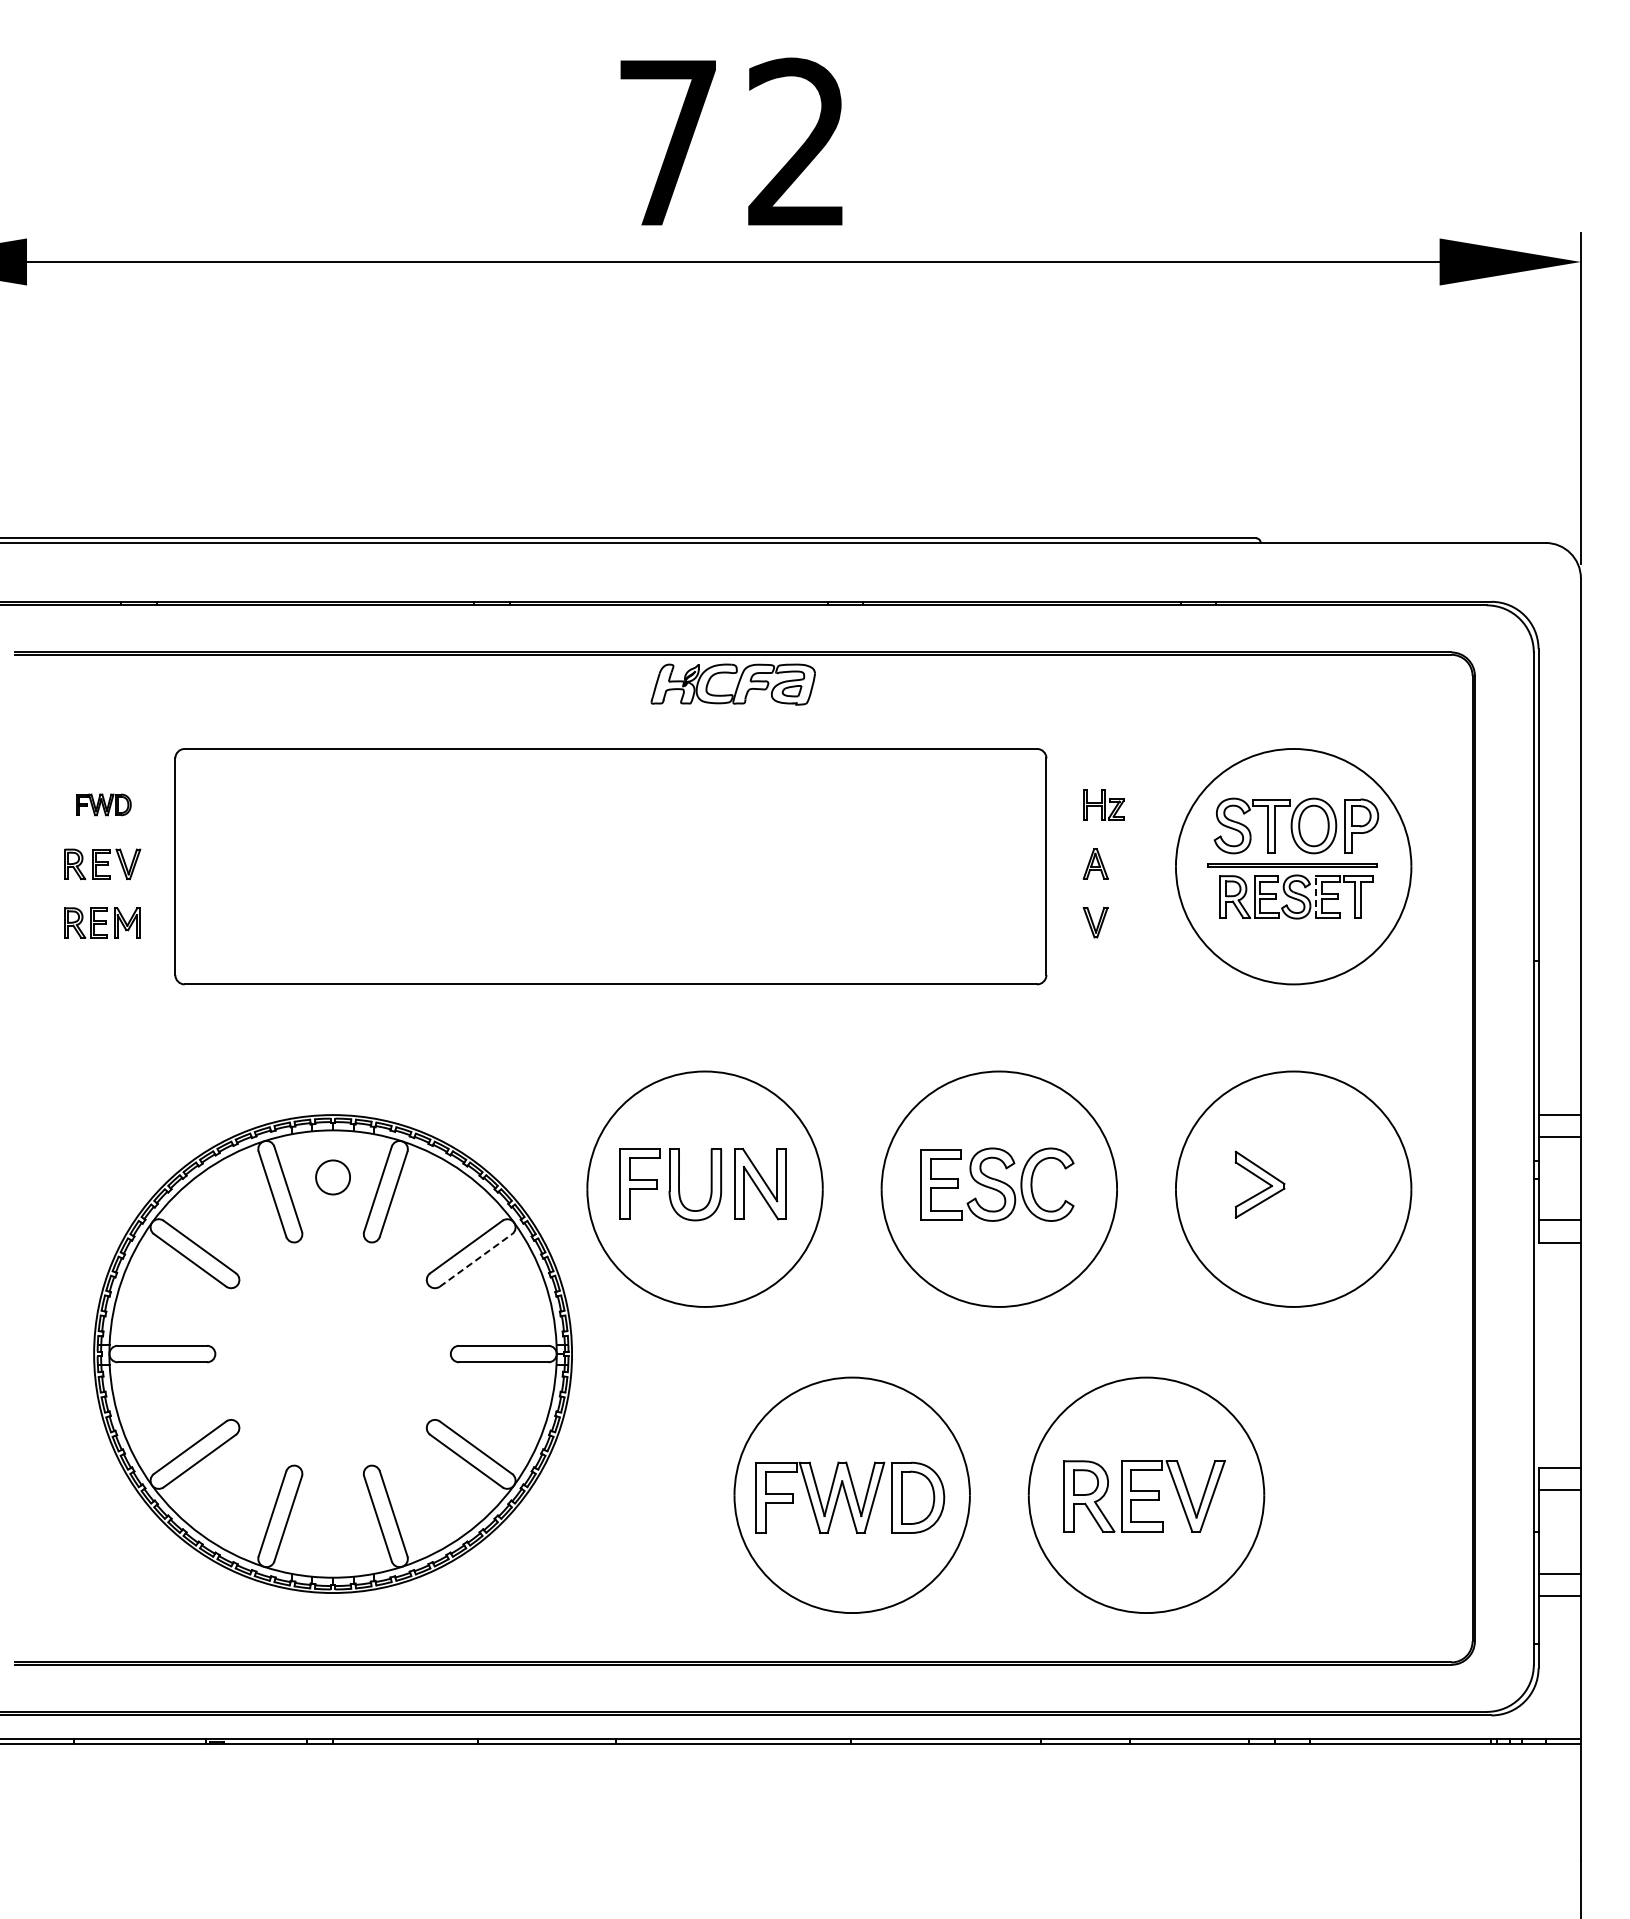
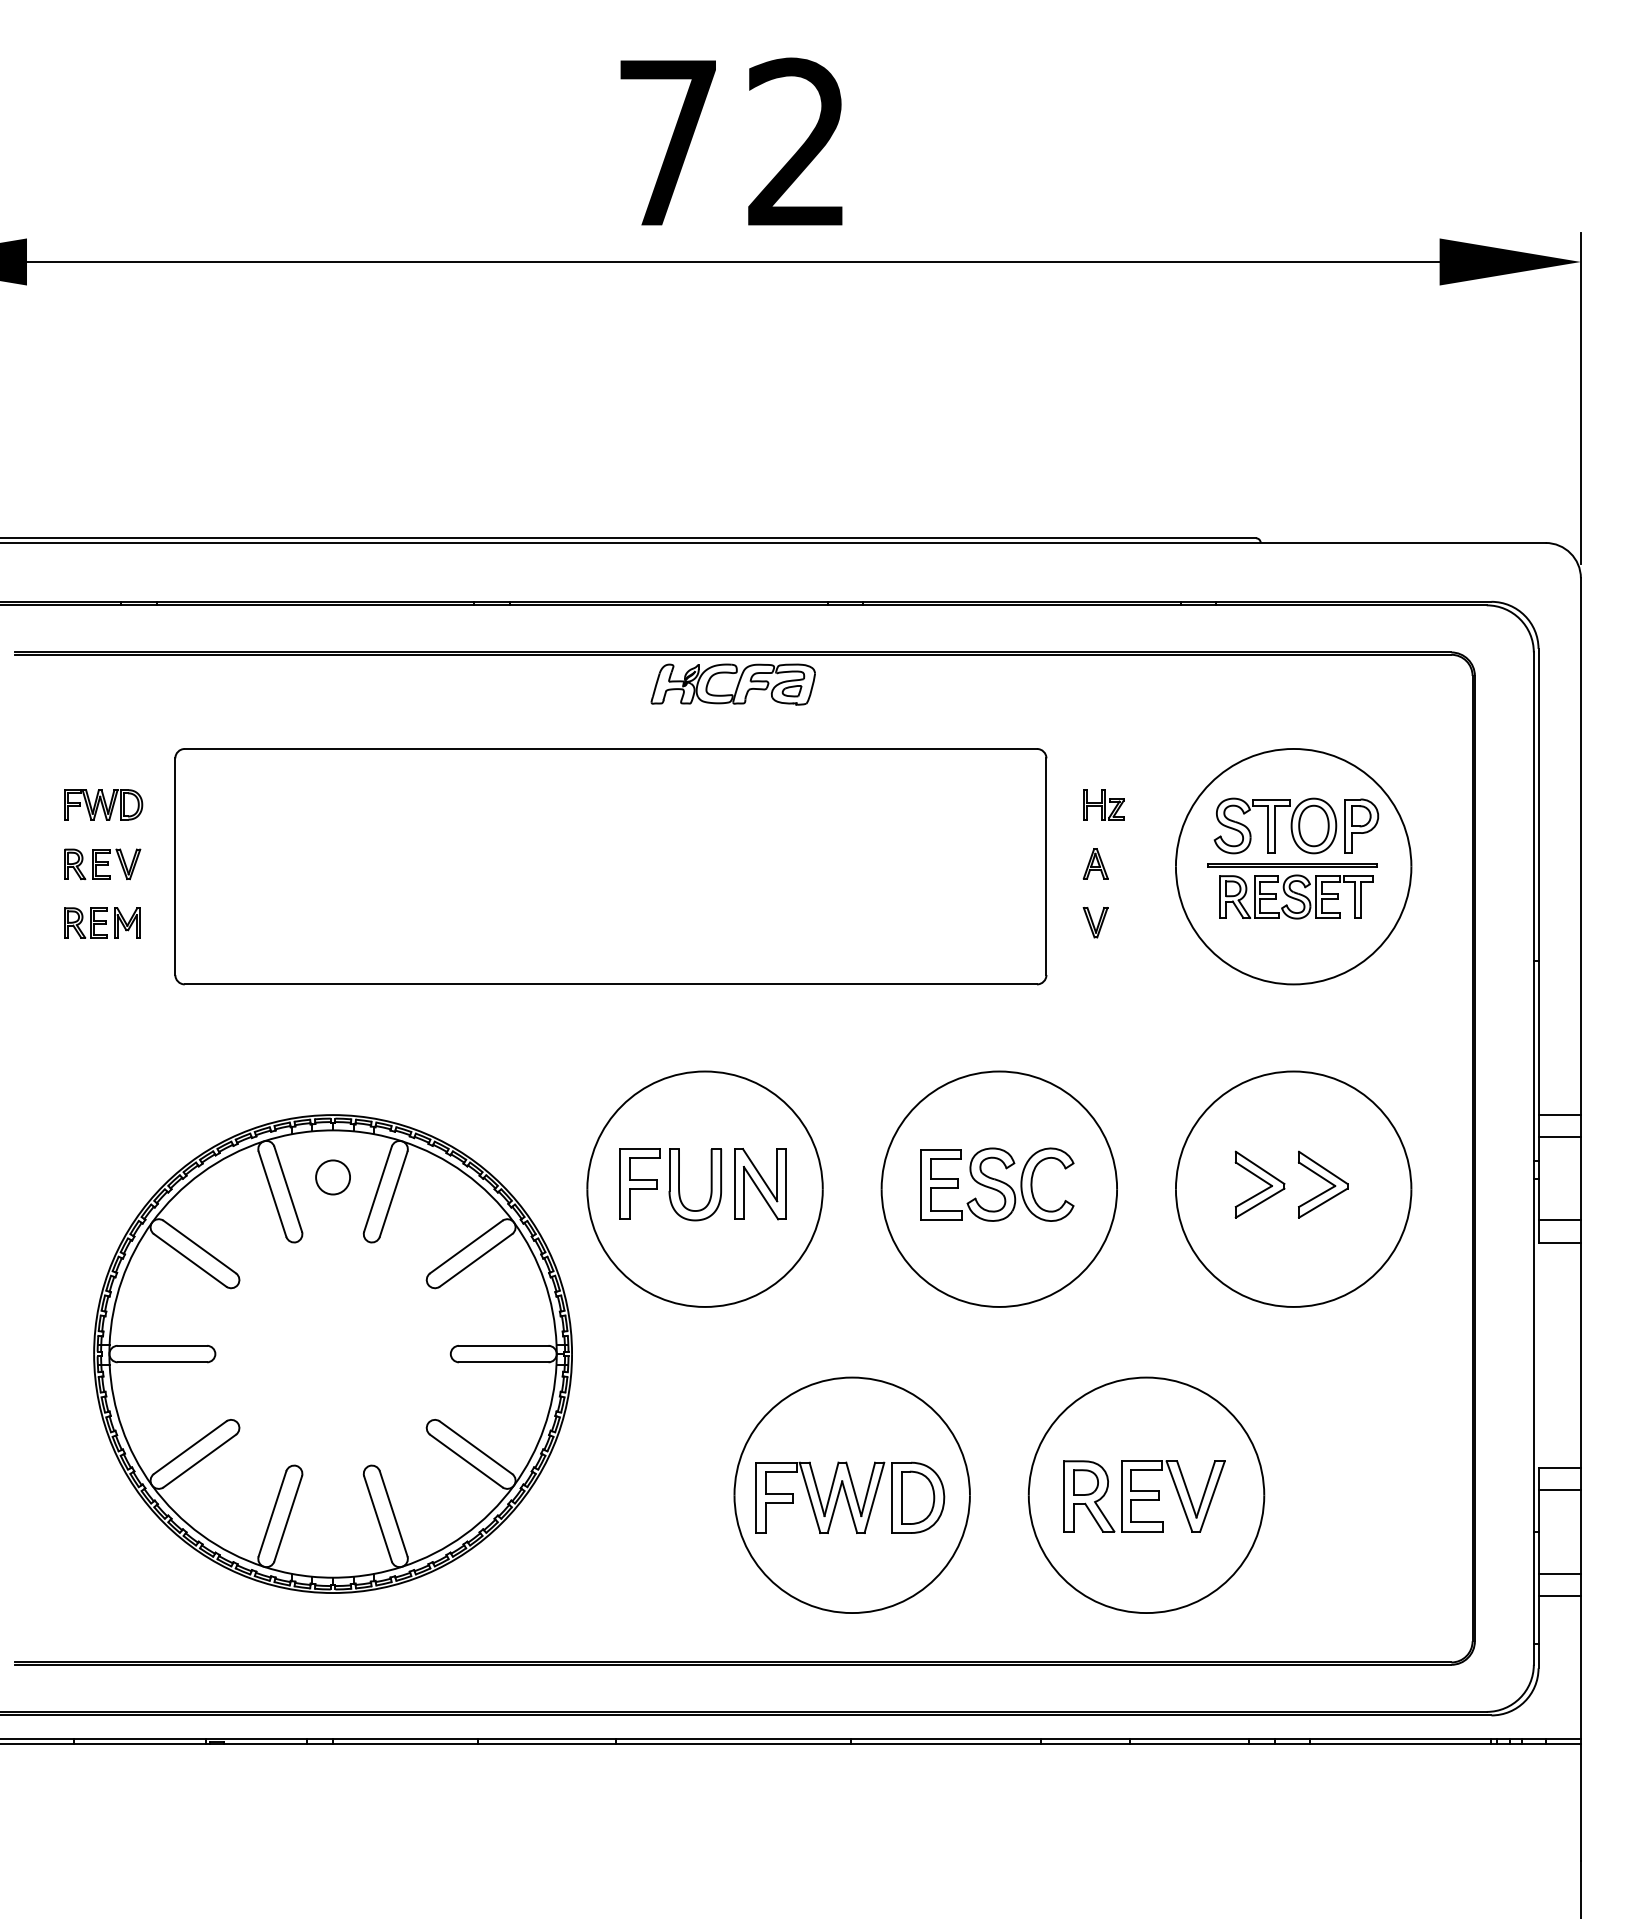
part at (103, 804) size: 56x24 px -> 80x32 px
line at (1316, 897): dashed -> solid
part at (1323, 1184): none -> present
line at (476, 1260): dashed -> solid
